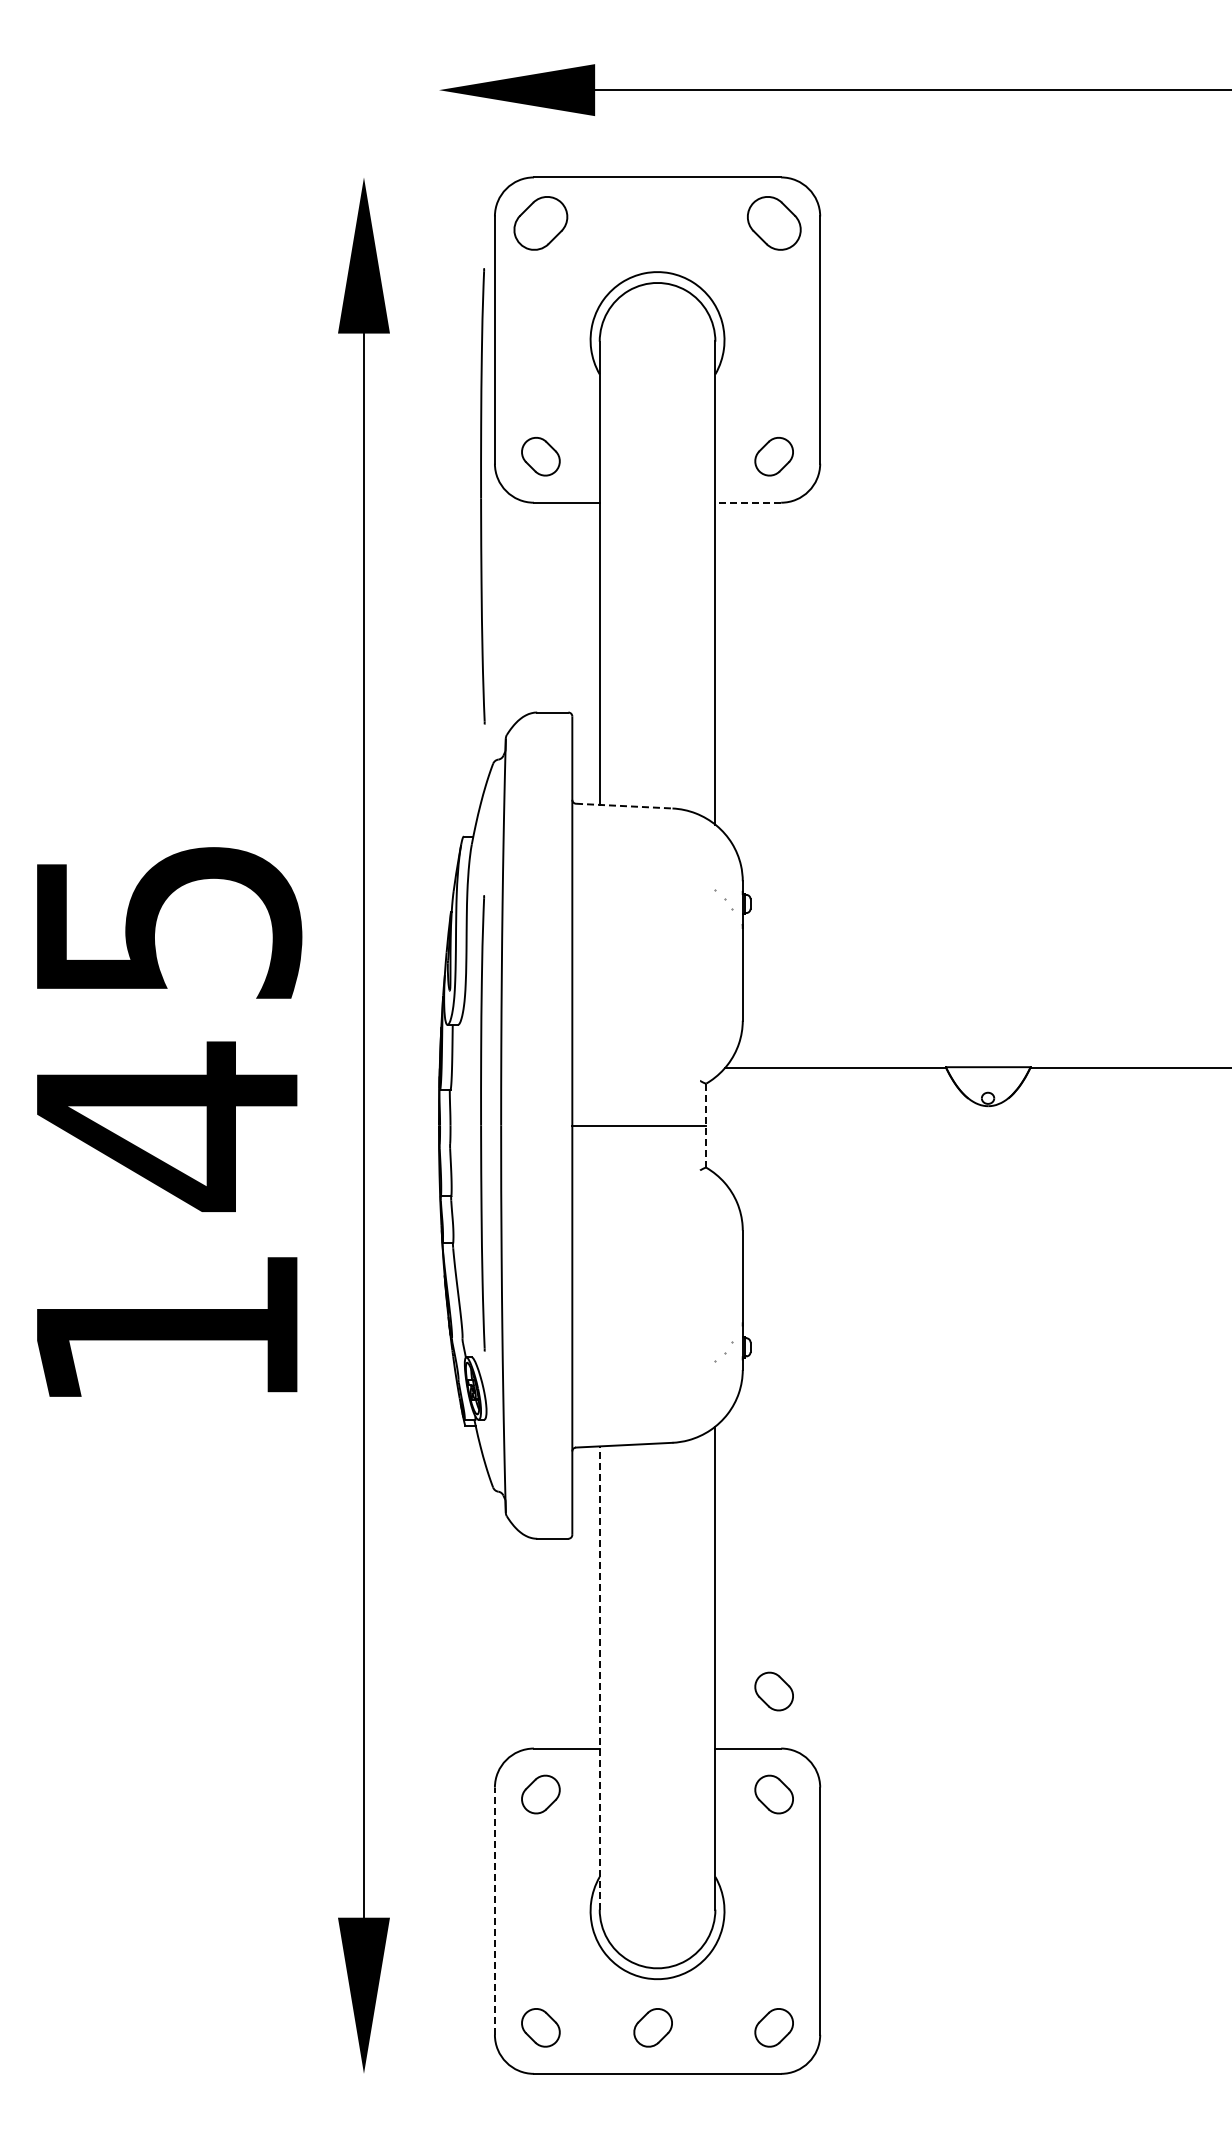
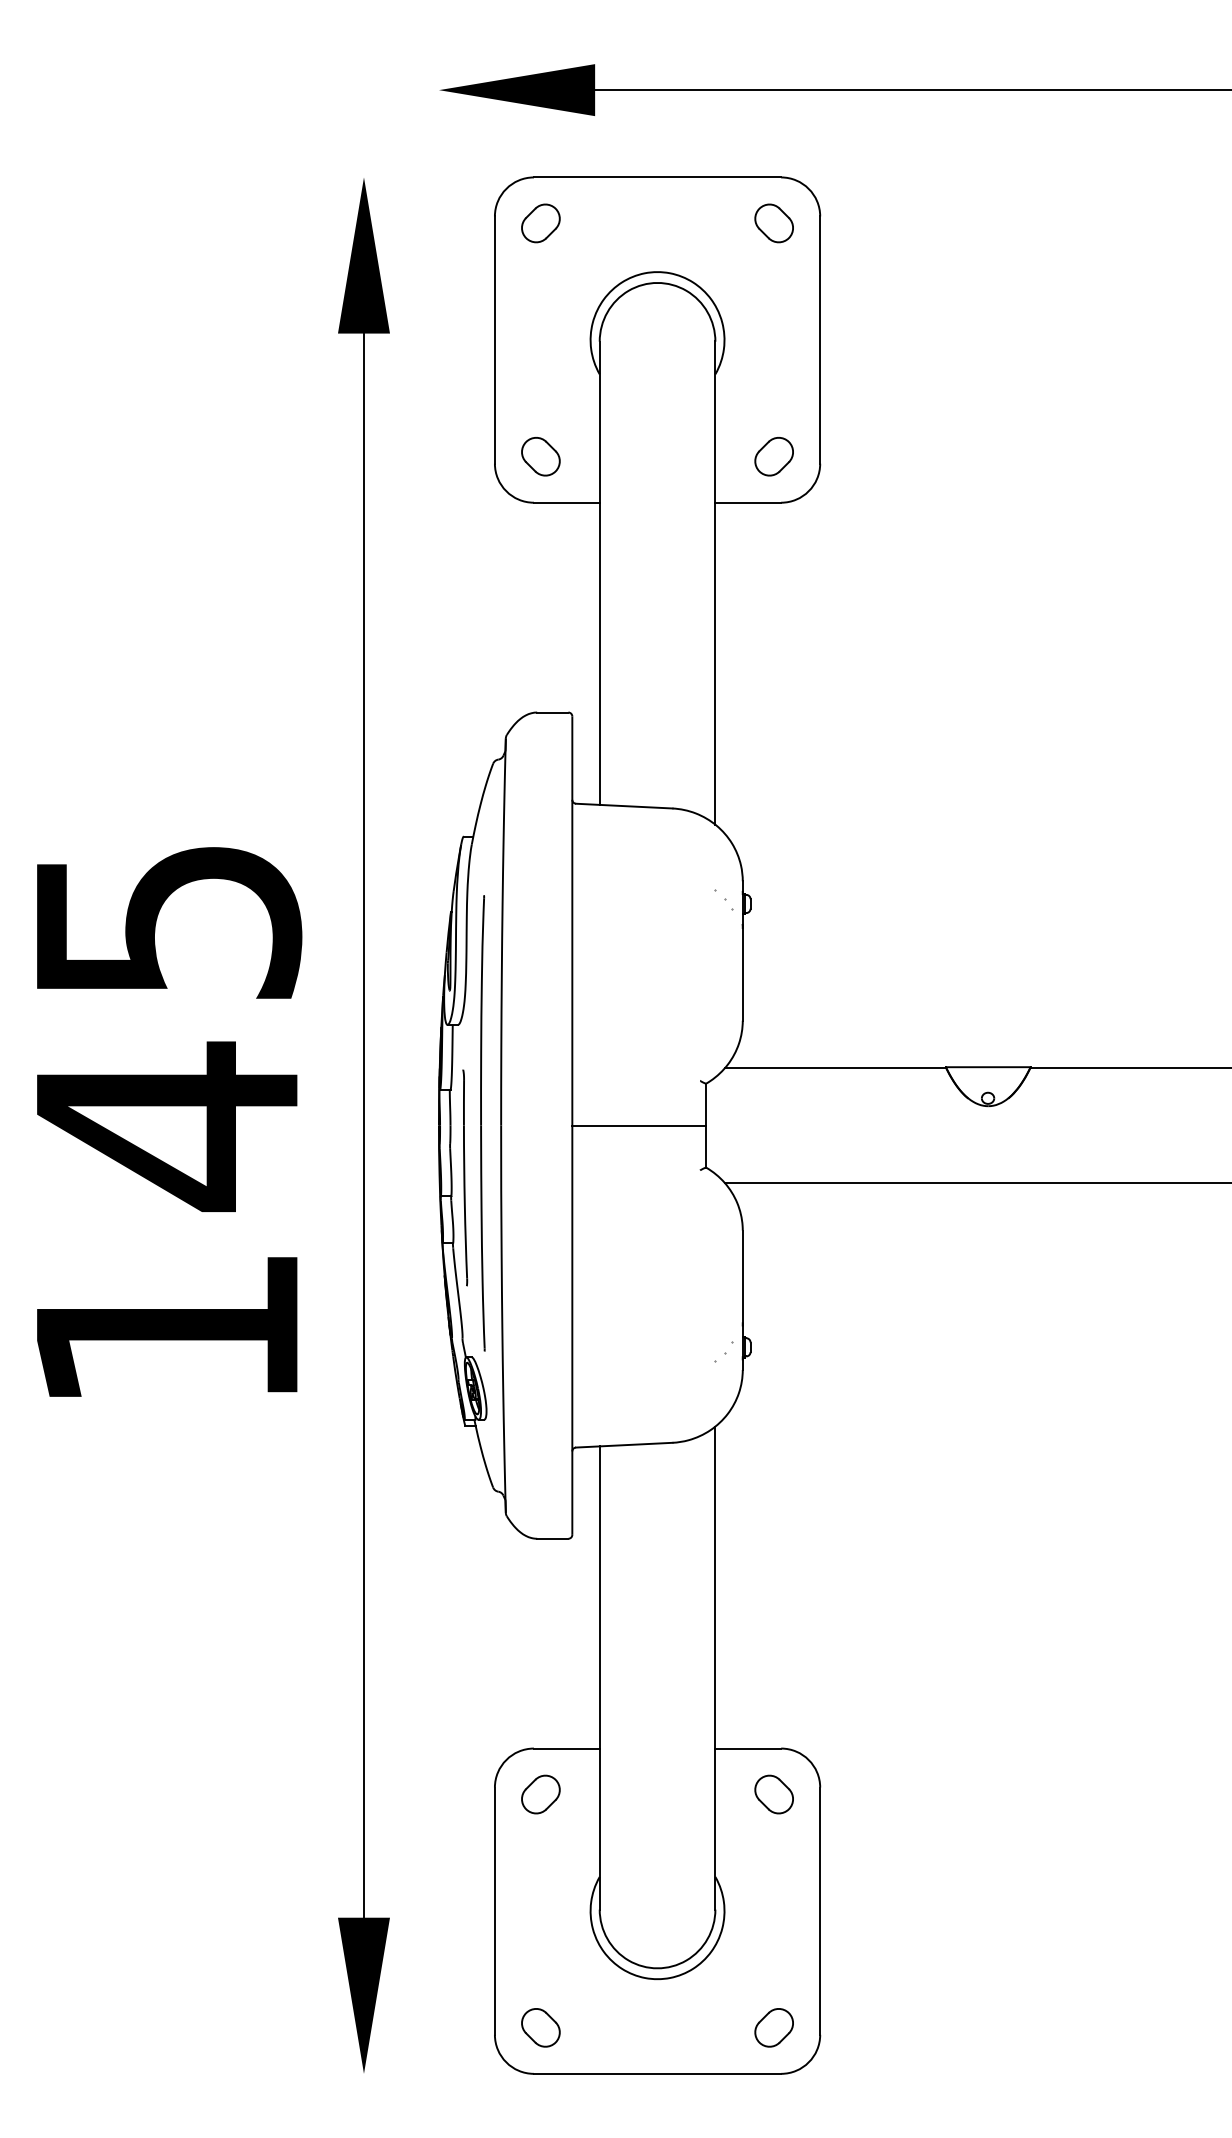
part at (540, 223) size: 56x55 px -> 40x41 px
part at (774, 223) size: 55x55 px -> 40x41 px
part at (482, 496): present -> none
line at (748, 502): dashed -> solid
line at (624, 806): dashed -> solid
line at (706, 1125): dashed -> solid
part at (465, 1177): none -> present
line at (976, 1183): none -> present
line at (599, 1678): dashed -> solid
part at (773, 1691): present -> none
line at (494, 1911): dashed -> solid
part at (652, 2027): present -> none
